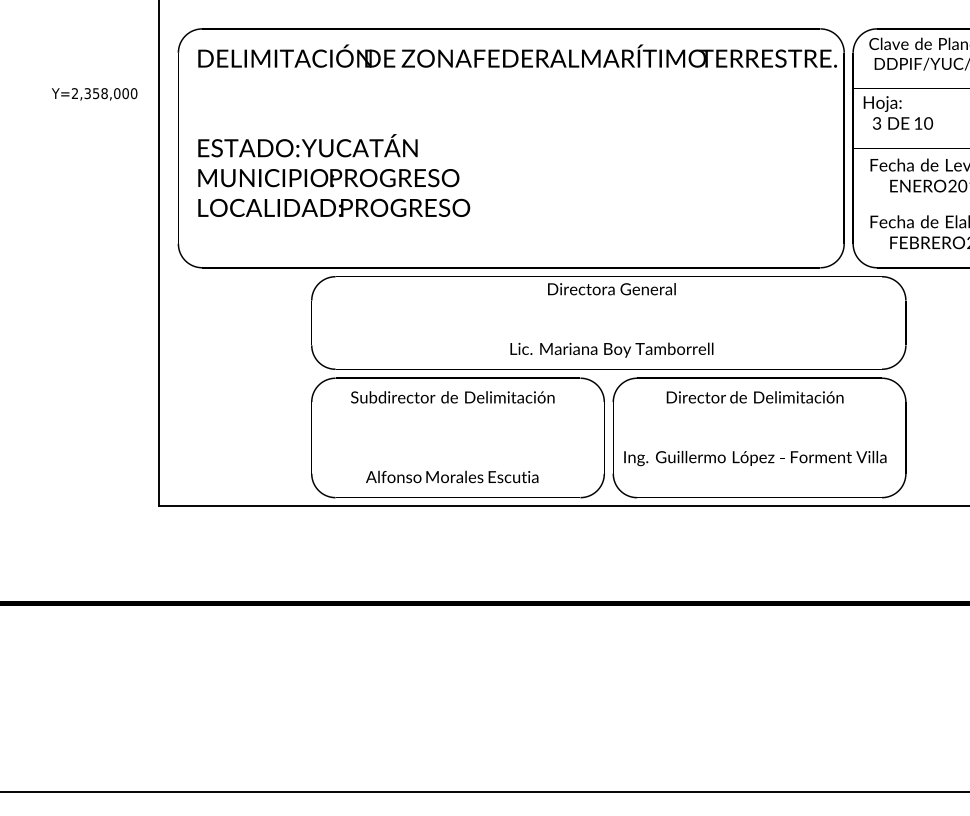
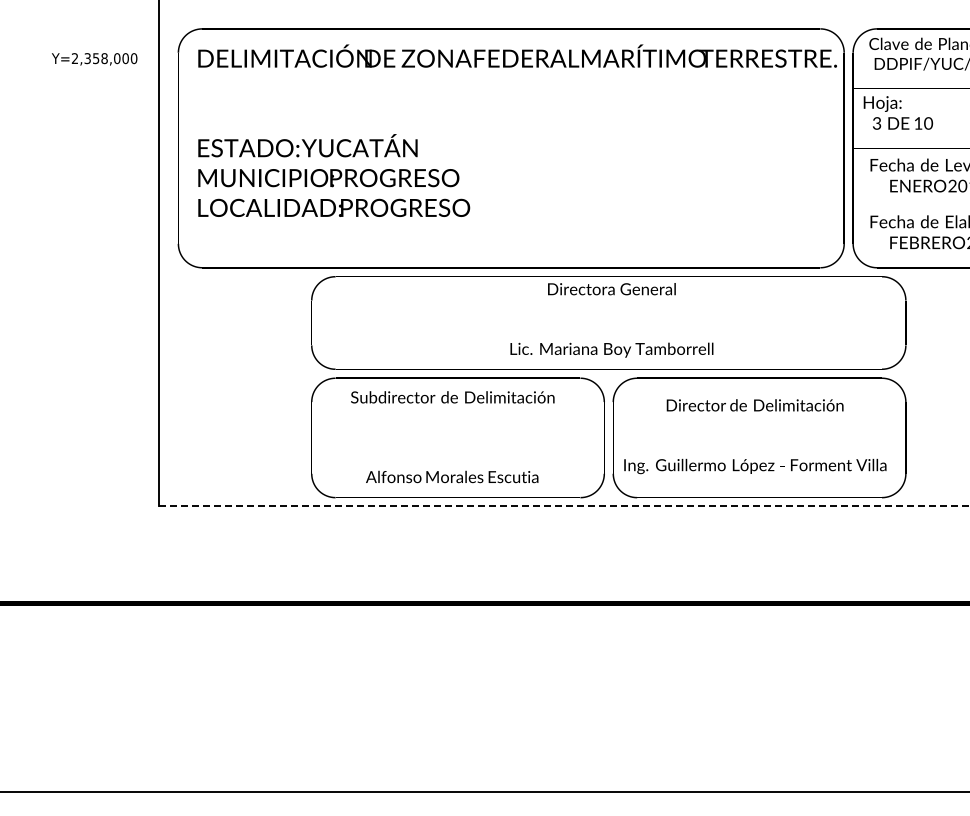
text at (94, 94) position: (94, 94) -> (94, 59)
text at (755, 428) position: (755, 428) -> (755, 436)
line at (564, 506): solid -> dashed
